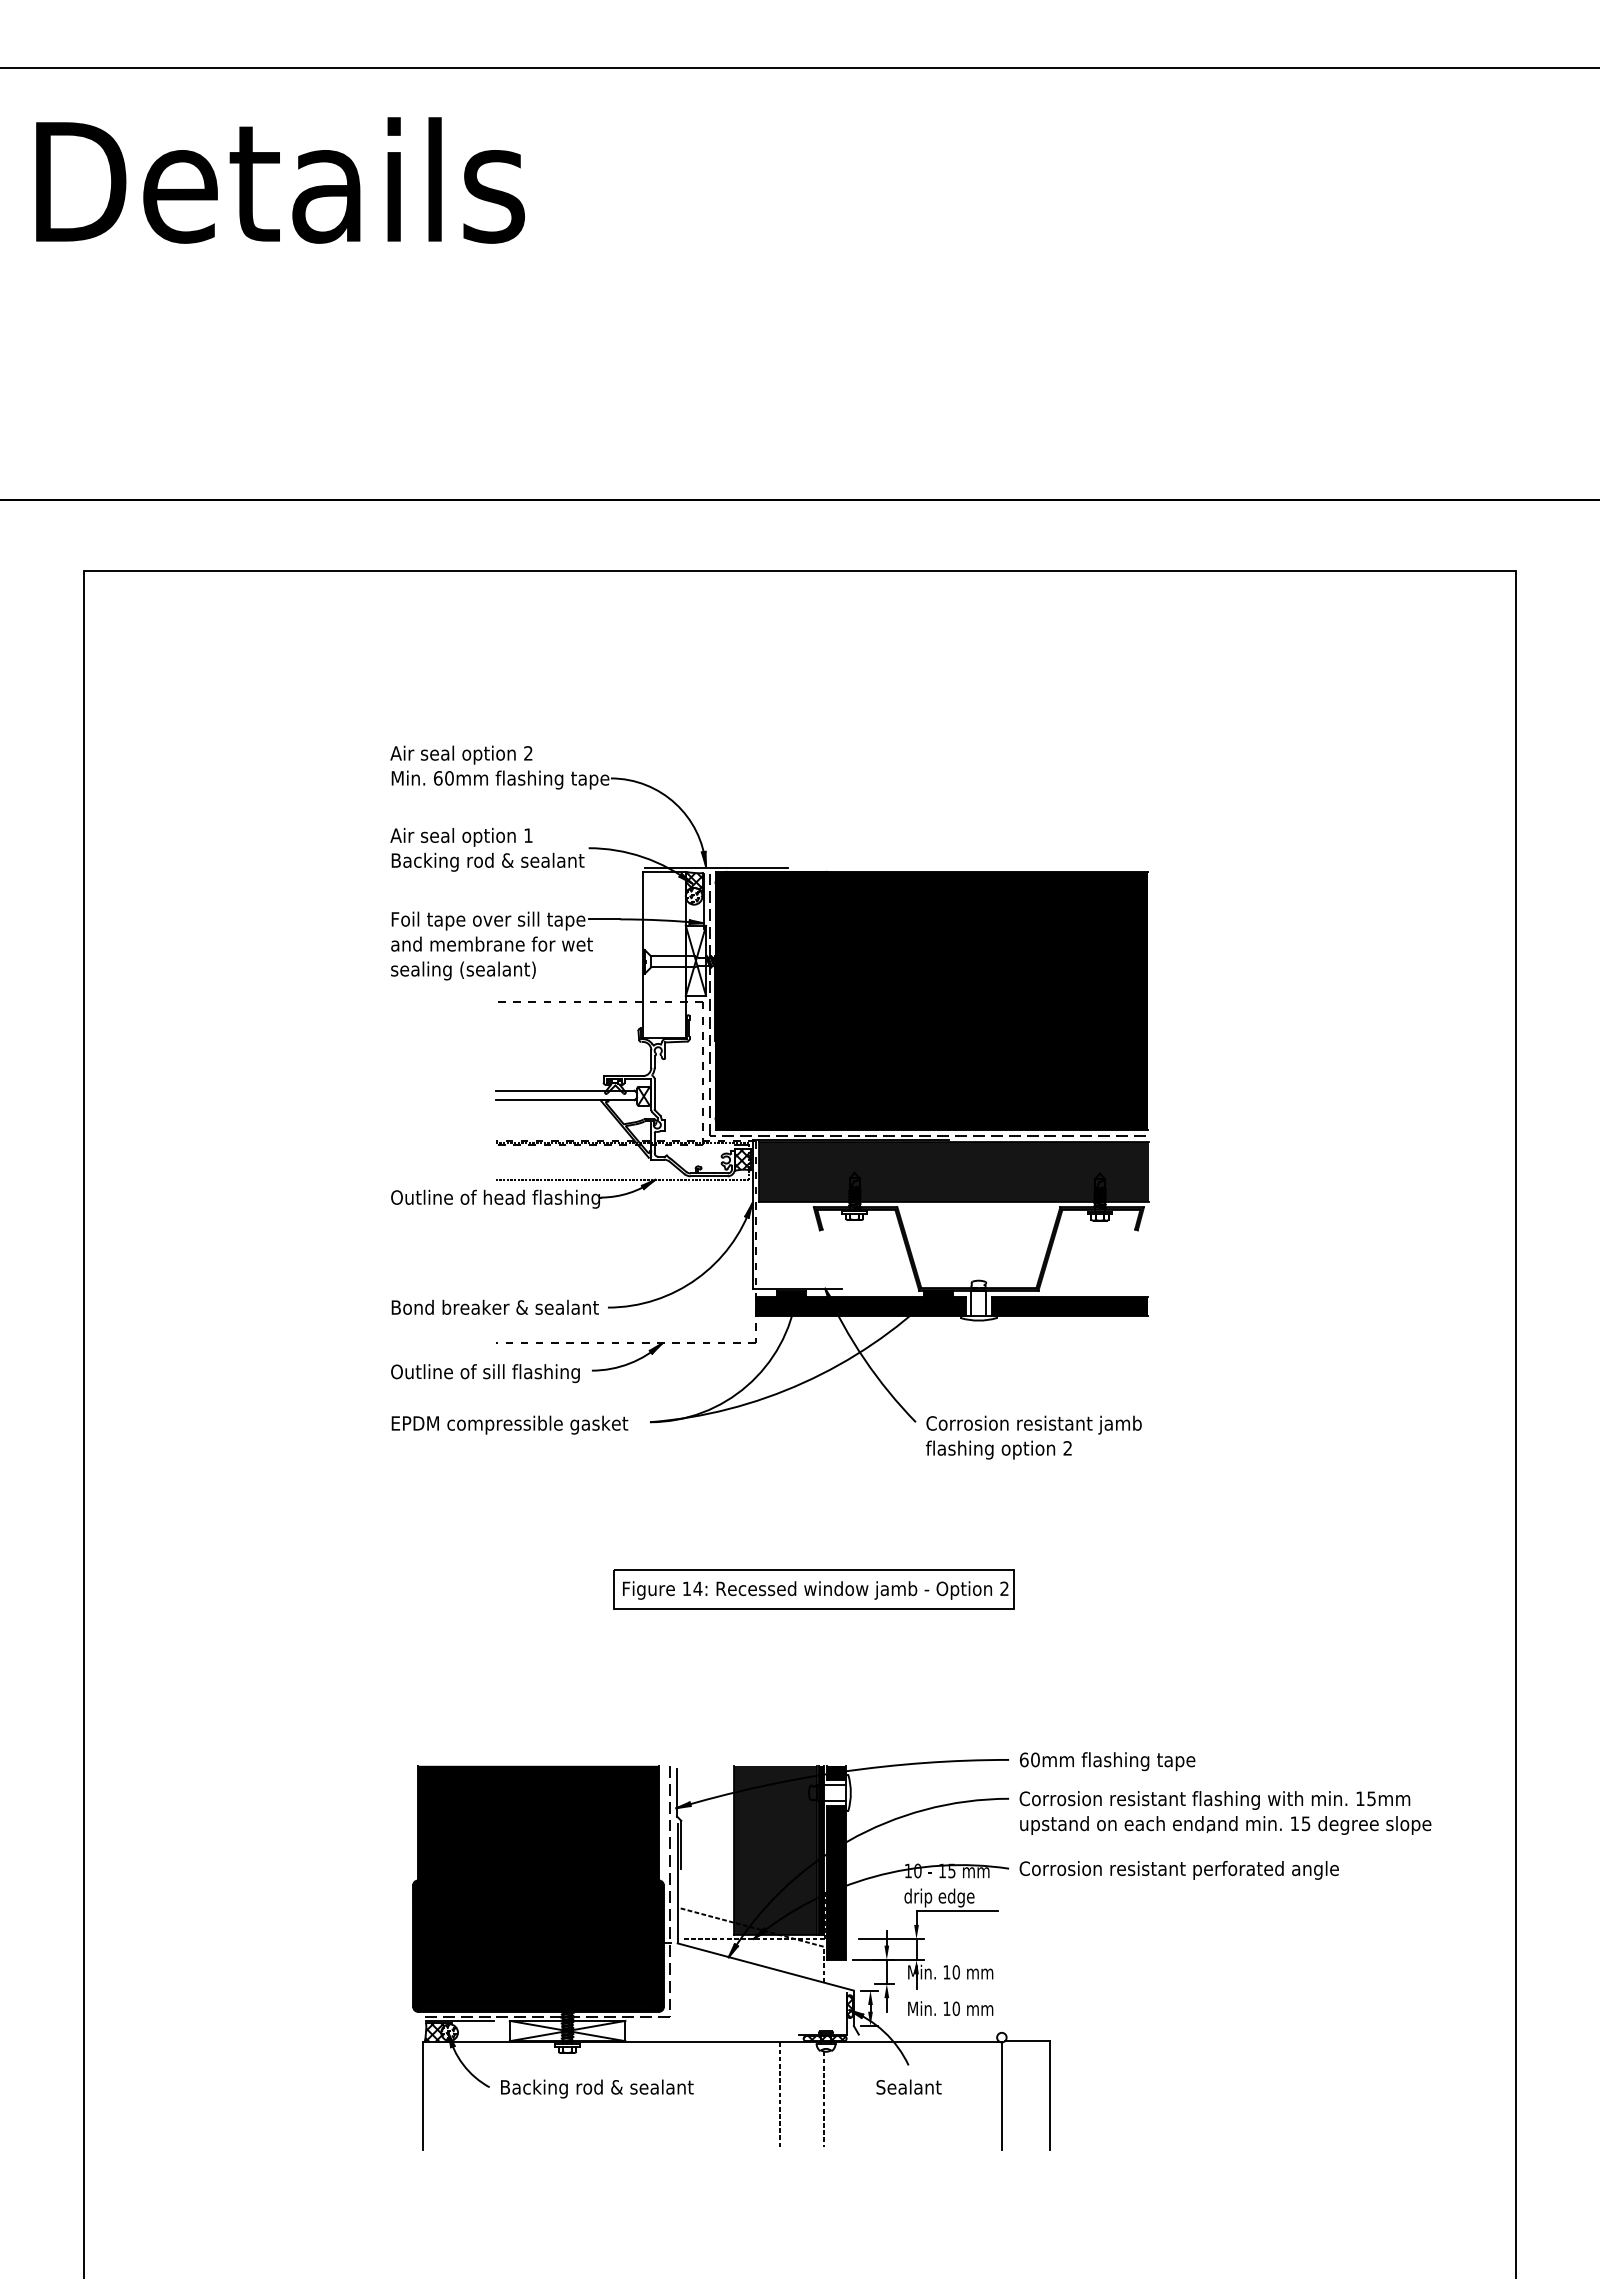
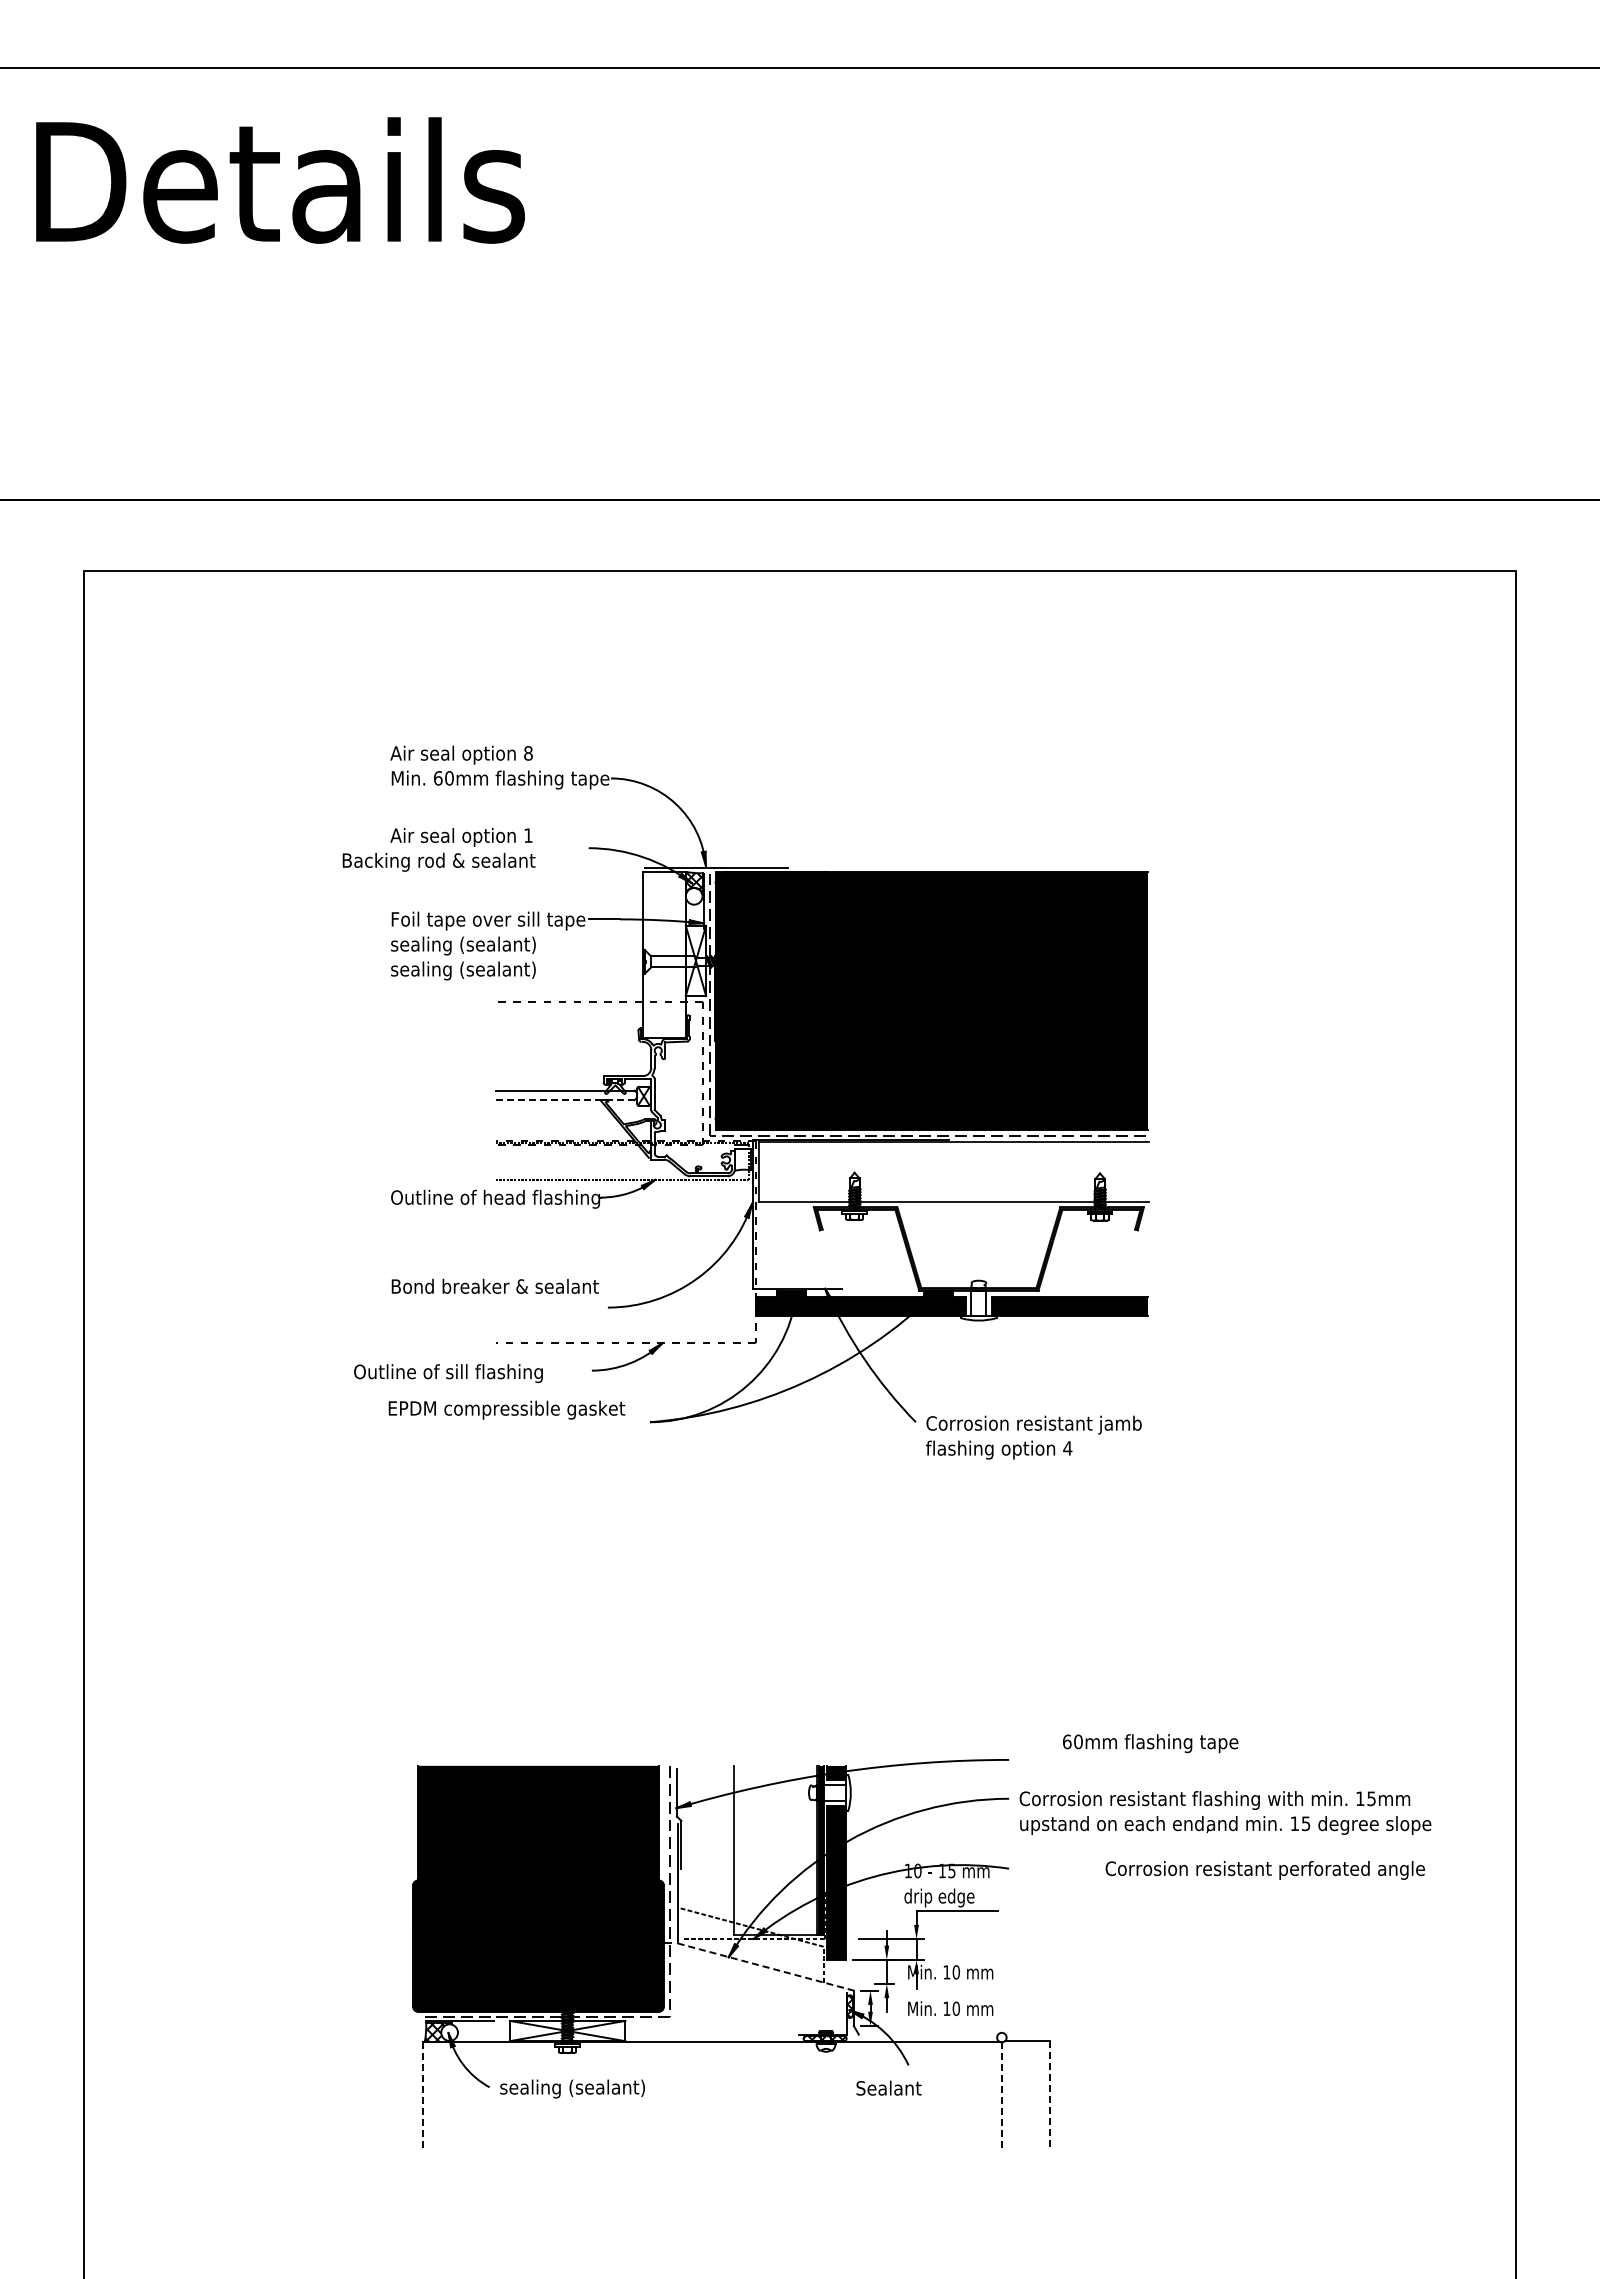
text at (528, 753): 2 -> 8
text at (487, 861) position: (487, 861) -> (438, 861)
hatch at (693, 896): present -> none
text at (491, 945): and membrane for wet -> sealing (sealant)
line at (565, 1100): solid -> dashed
hatch at (742, 1159): present -> none
fill at (953, 1171): present -> none
text at (494, 1306) position: (494, 1306) -> (494, 1285)
text at (485, 1373) position: (485, 1373) -> (448, 1373)
text at (509, 1424) position: (509, 1424) -> (506, 1409)
text at (1067, 1448): 2 -> 4
part at (813, 1589): present -> none
text at (1107, 1761) position: (1107, 1761) -> (1150, 1743)
fill at (775, 1849): present -> none
text at (1178, 1870) position: (1178, 1870) -> (1264, 1870)
line at (766, 1967): solid -> dashed
hatch at (449, 2032): present -> none
text at (908, 2086) position: (908, 2086) -> (888, 2087)
text at (596, 2088): Backing rod & sealant -> sealing (sealant)
line at (780, 2094): present -> none
line at (1049, 2095): solid -> dashed
line at (423, 2096): solid -> dashed
line at (1001, 2096): solid -> dashed
line at (823, 2098): present -> none
